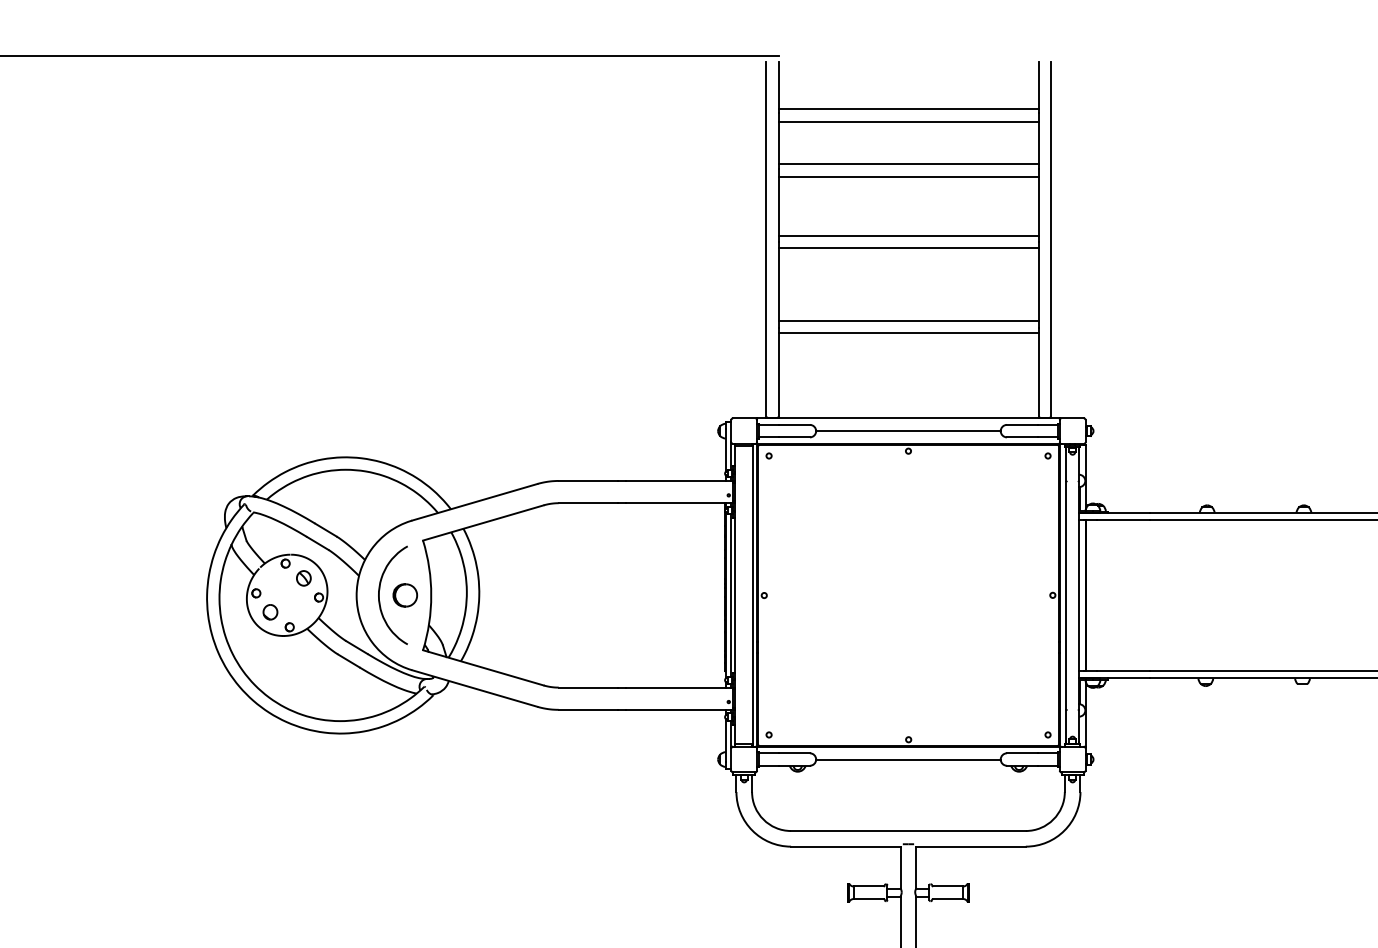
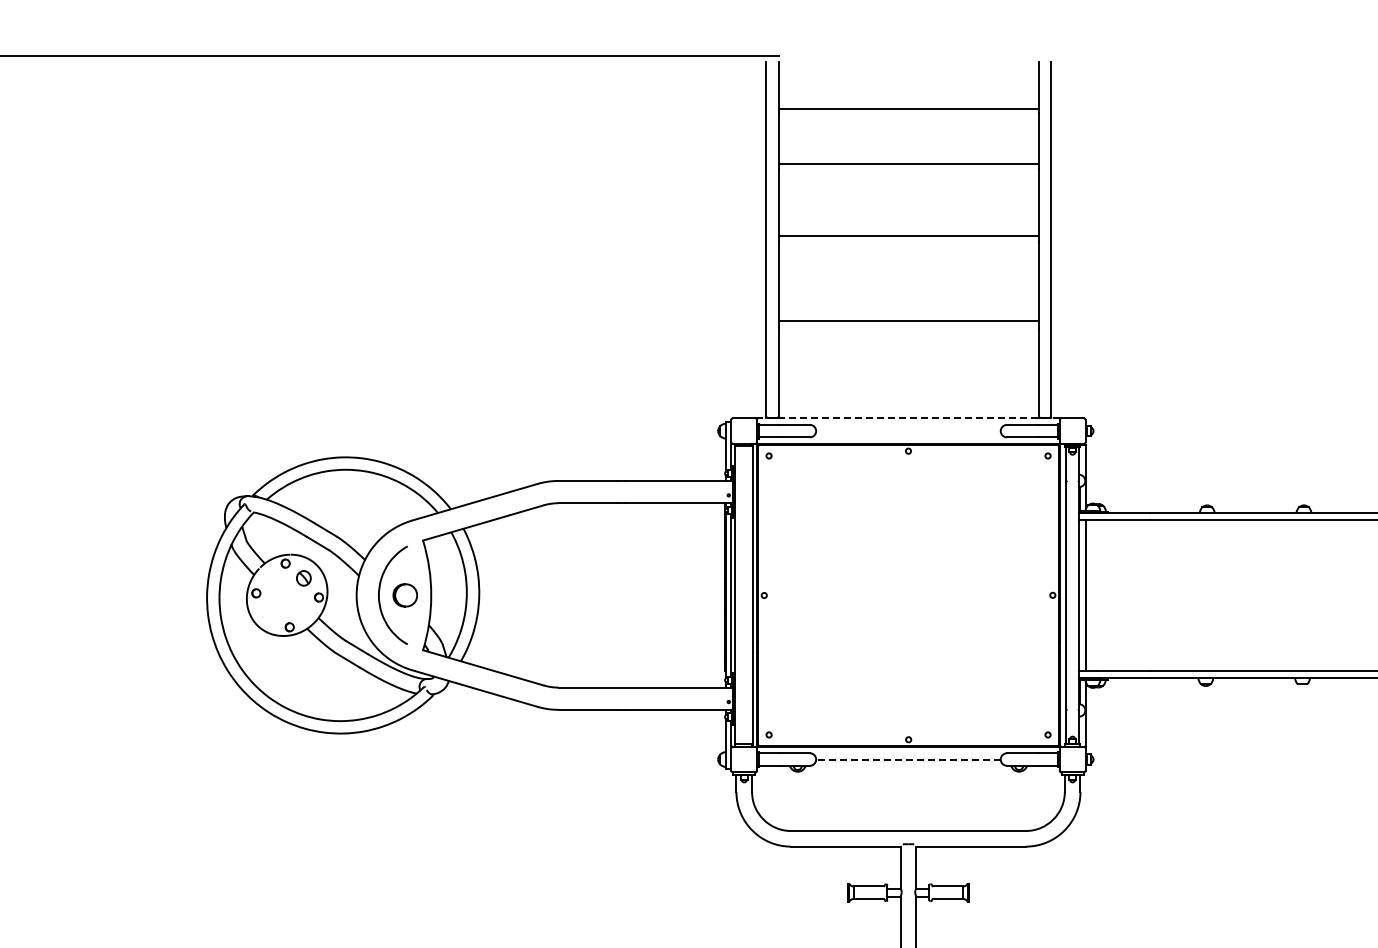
line at (908, 121): present -> none
line at (908, 176): present -> none
line at (908, 248): present -> none
line at (908, 333): present -> none
line at (907, 418): solid -> dashed
line at (908, 431): present -> none
part at (270, 612): present -> none
line at (907, 759): solid -> dashed
